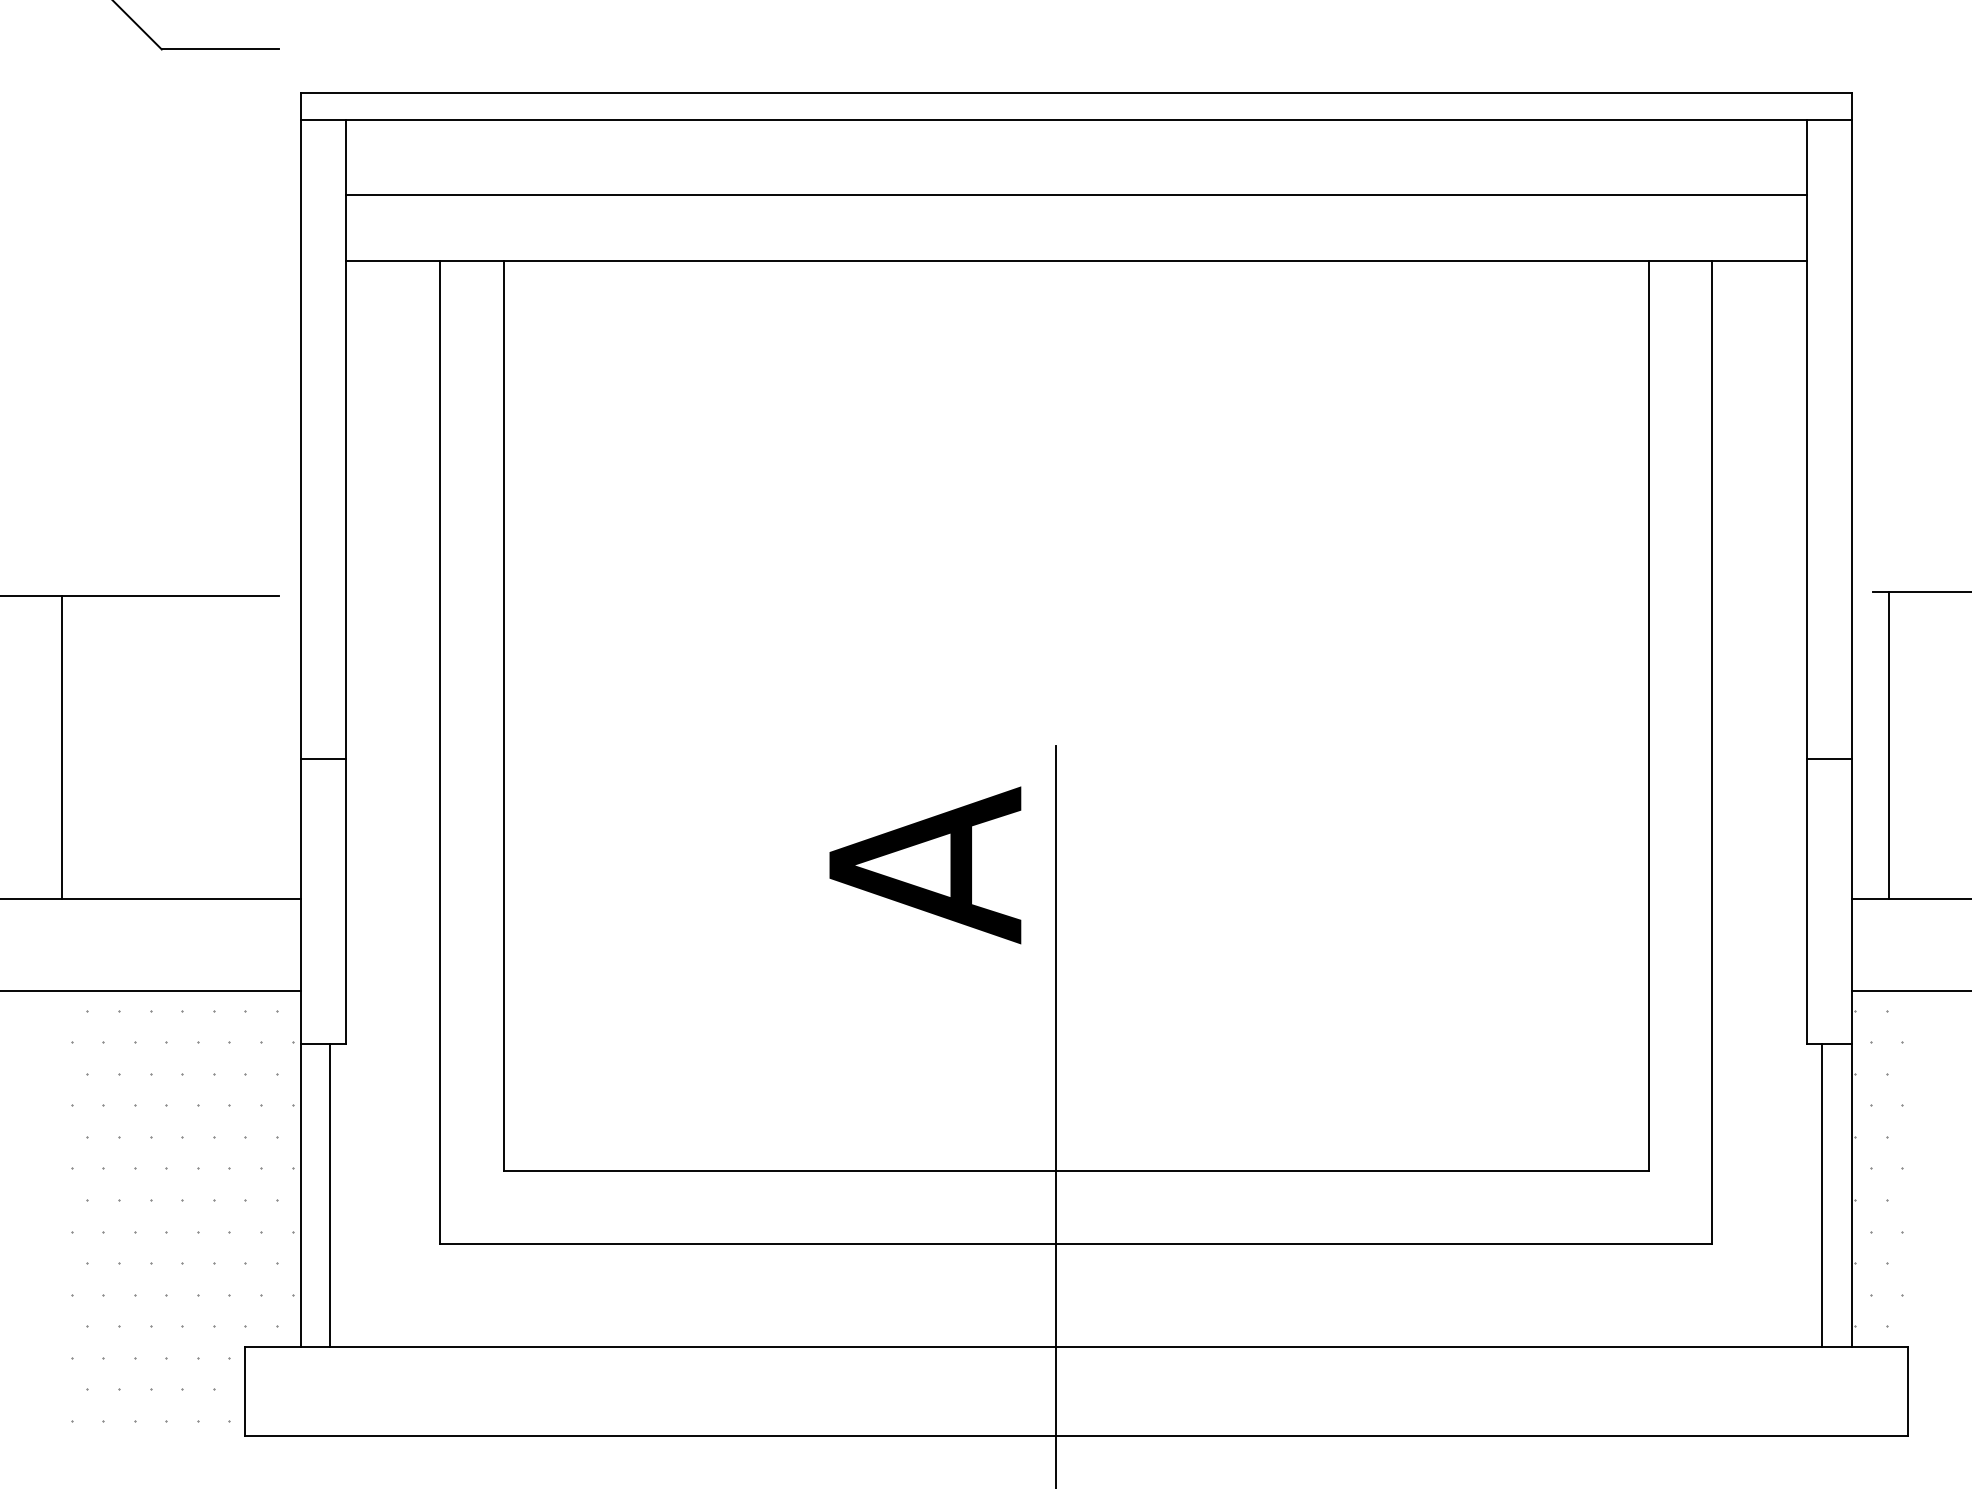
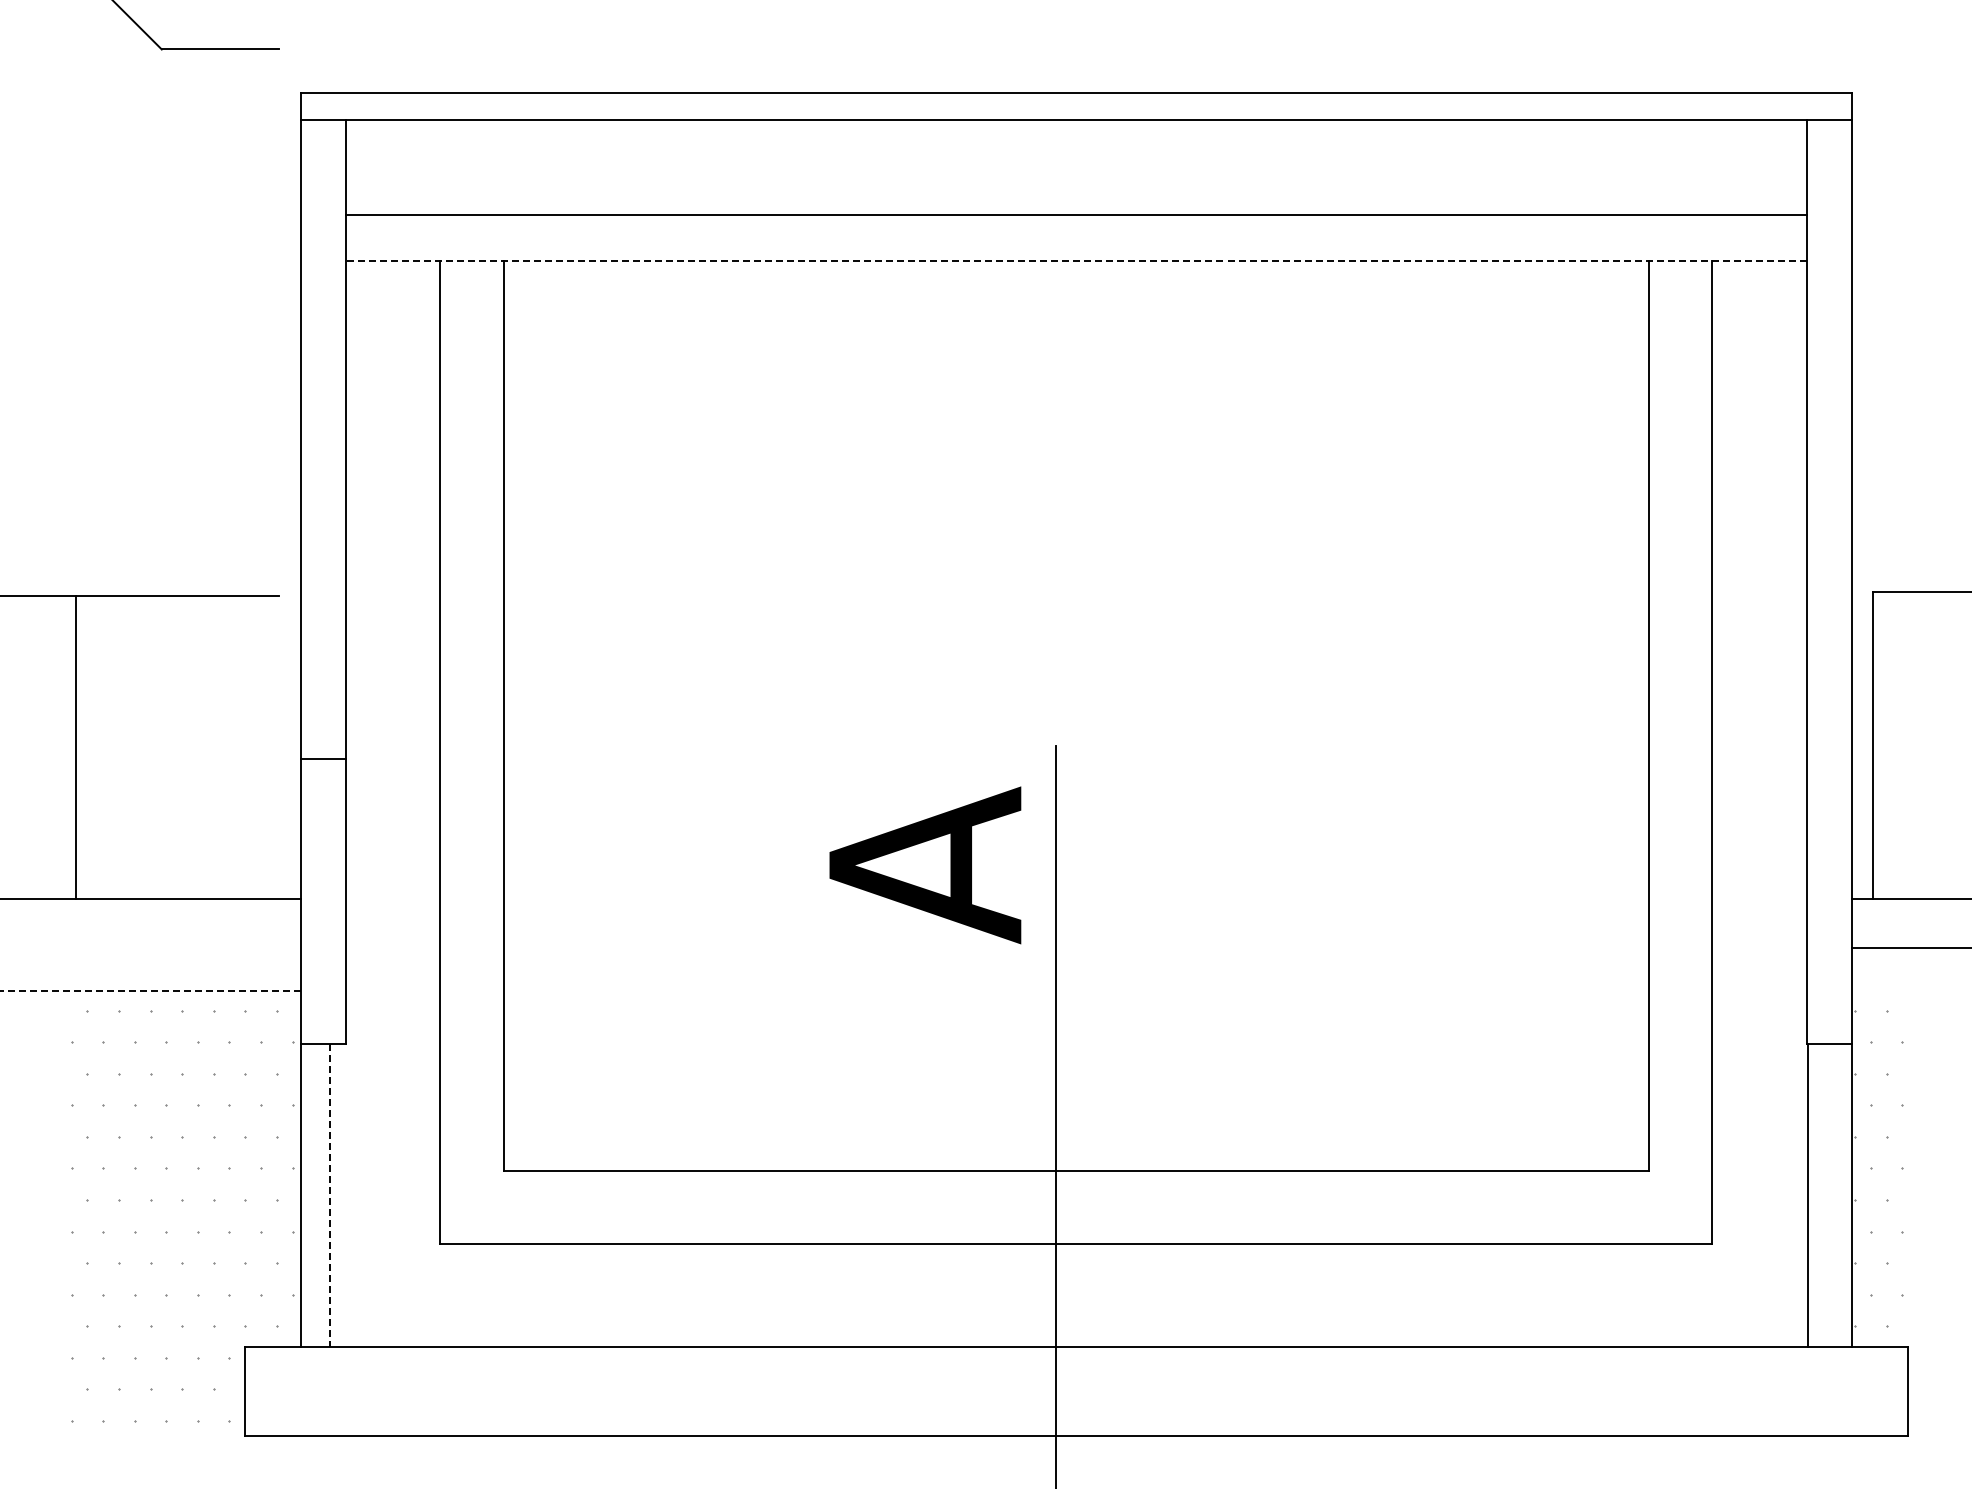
line at (1075, 195) position: (1075, 195) -> (1075, 215)
line at (1075, 260): solid -> dashed
line at (1888, 745) position: (1888, 745) -> (1872, 745)
line at (62, 747) position: (62, 747) -> (76, 747)
line at (1828, 759): present -> none
line at (150, 991): solid -> dashed
line at (1909, 991) position: (1909, 991) -> (1909, 948)
line at (1822, 1194) position: (1822, 1194) -> (1808, 1194)
line at (329, 1195): solid -> dashed
